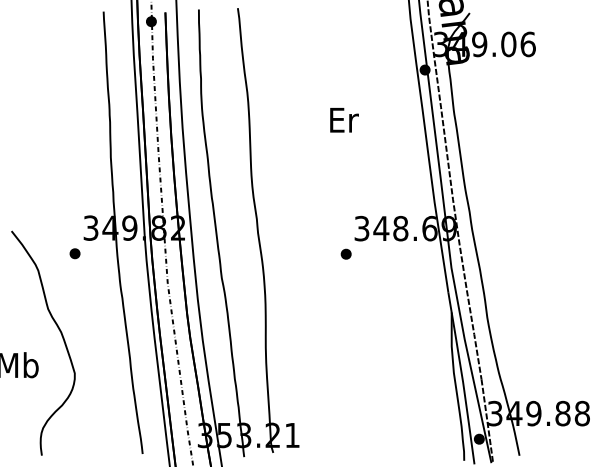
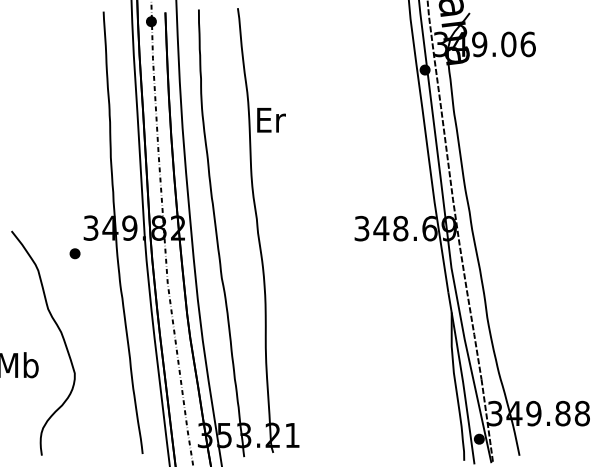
text at (344, 120) position: (344, 120) -> (271, 120)
part at (345, 253): present -> none
